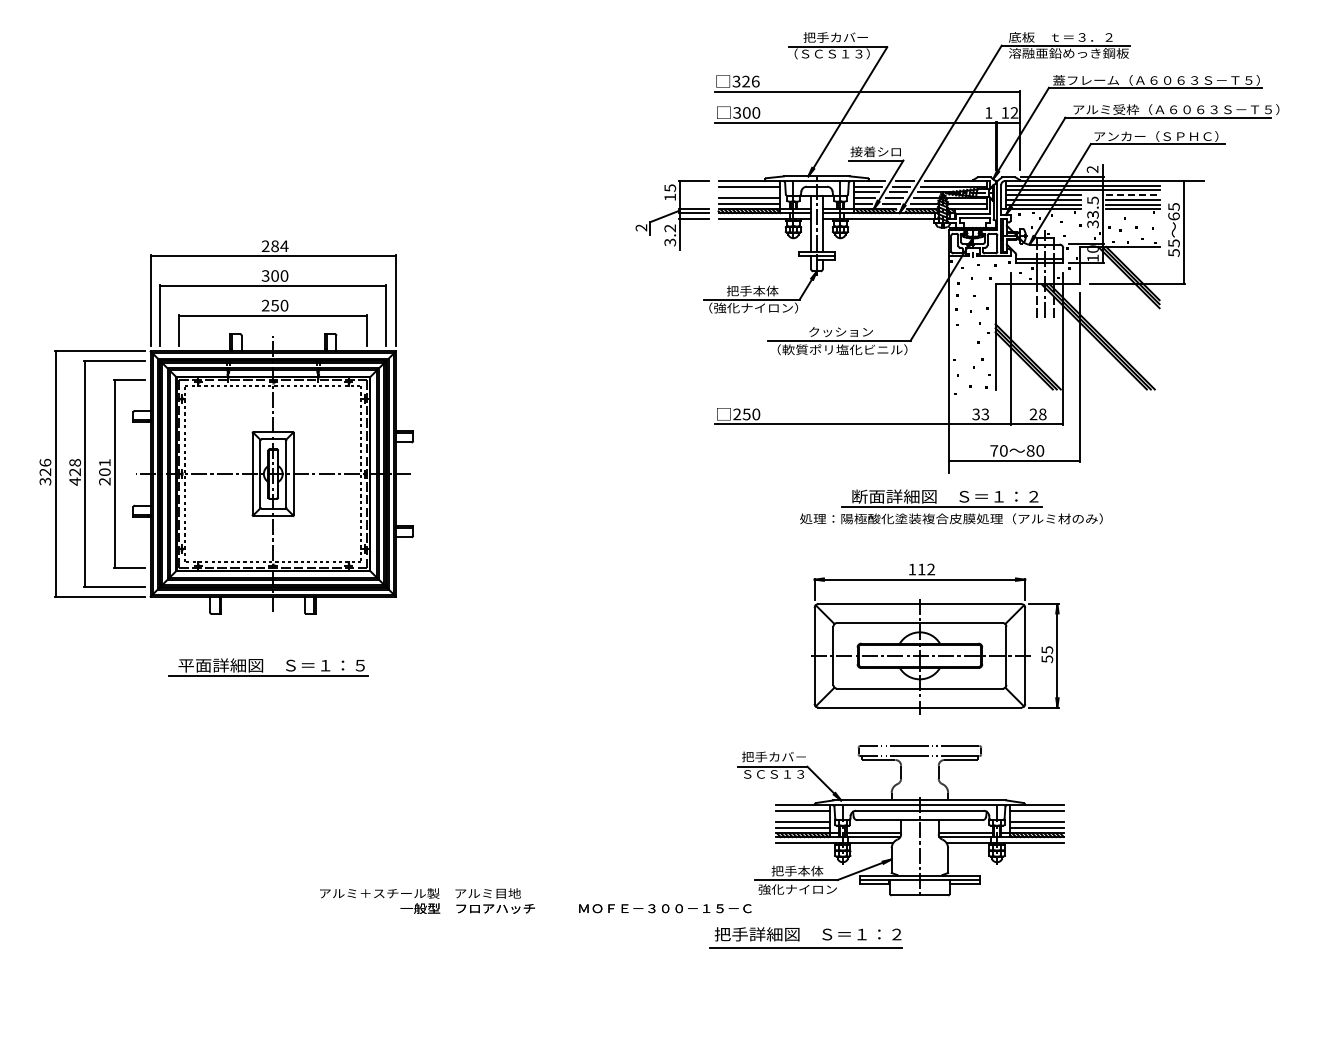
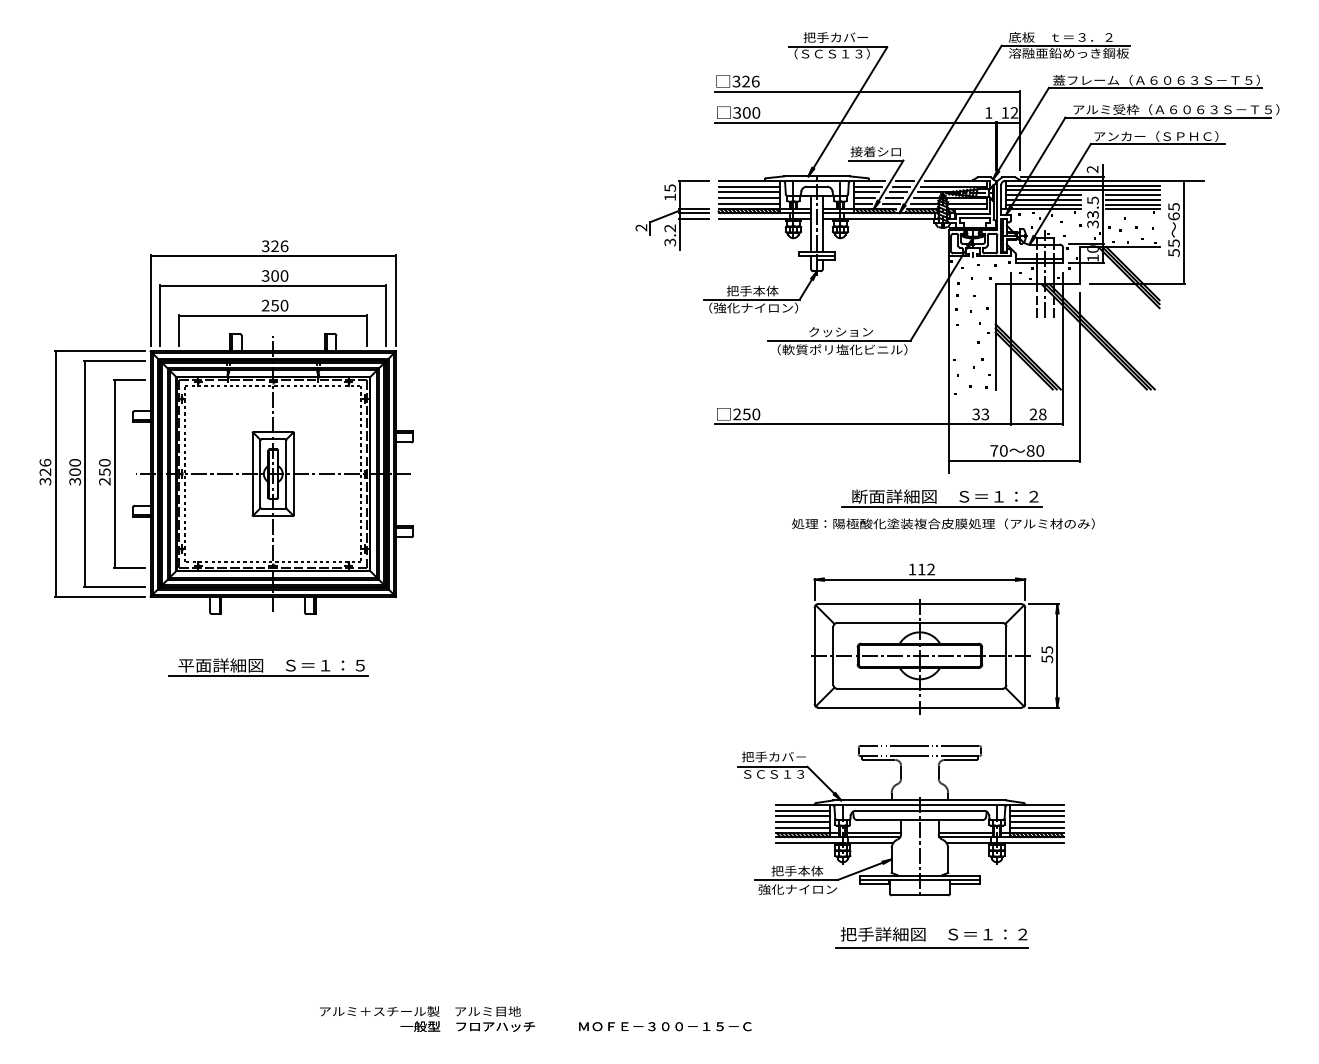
line at (749, 192): none -> present
line at (1132, 195): dashed -> solid
text at (274, 246): 284 -> 326
text at (104, 467): 201 -> 250
text at (75, 472): 428 -> 300
text at (951, 518) position: (951, 518) -> (943, 523)
line at (802, 816): none -> present
line at (1036, 816): none -> present
text at (535, 900) position: (535, 900) -> (535, 1018)
part at (805, 937) position: (805, 937) -> (931, 937)
